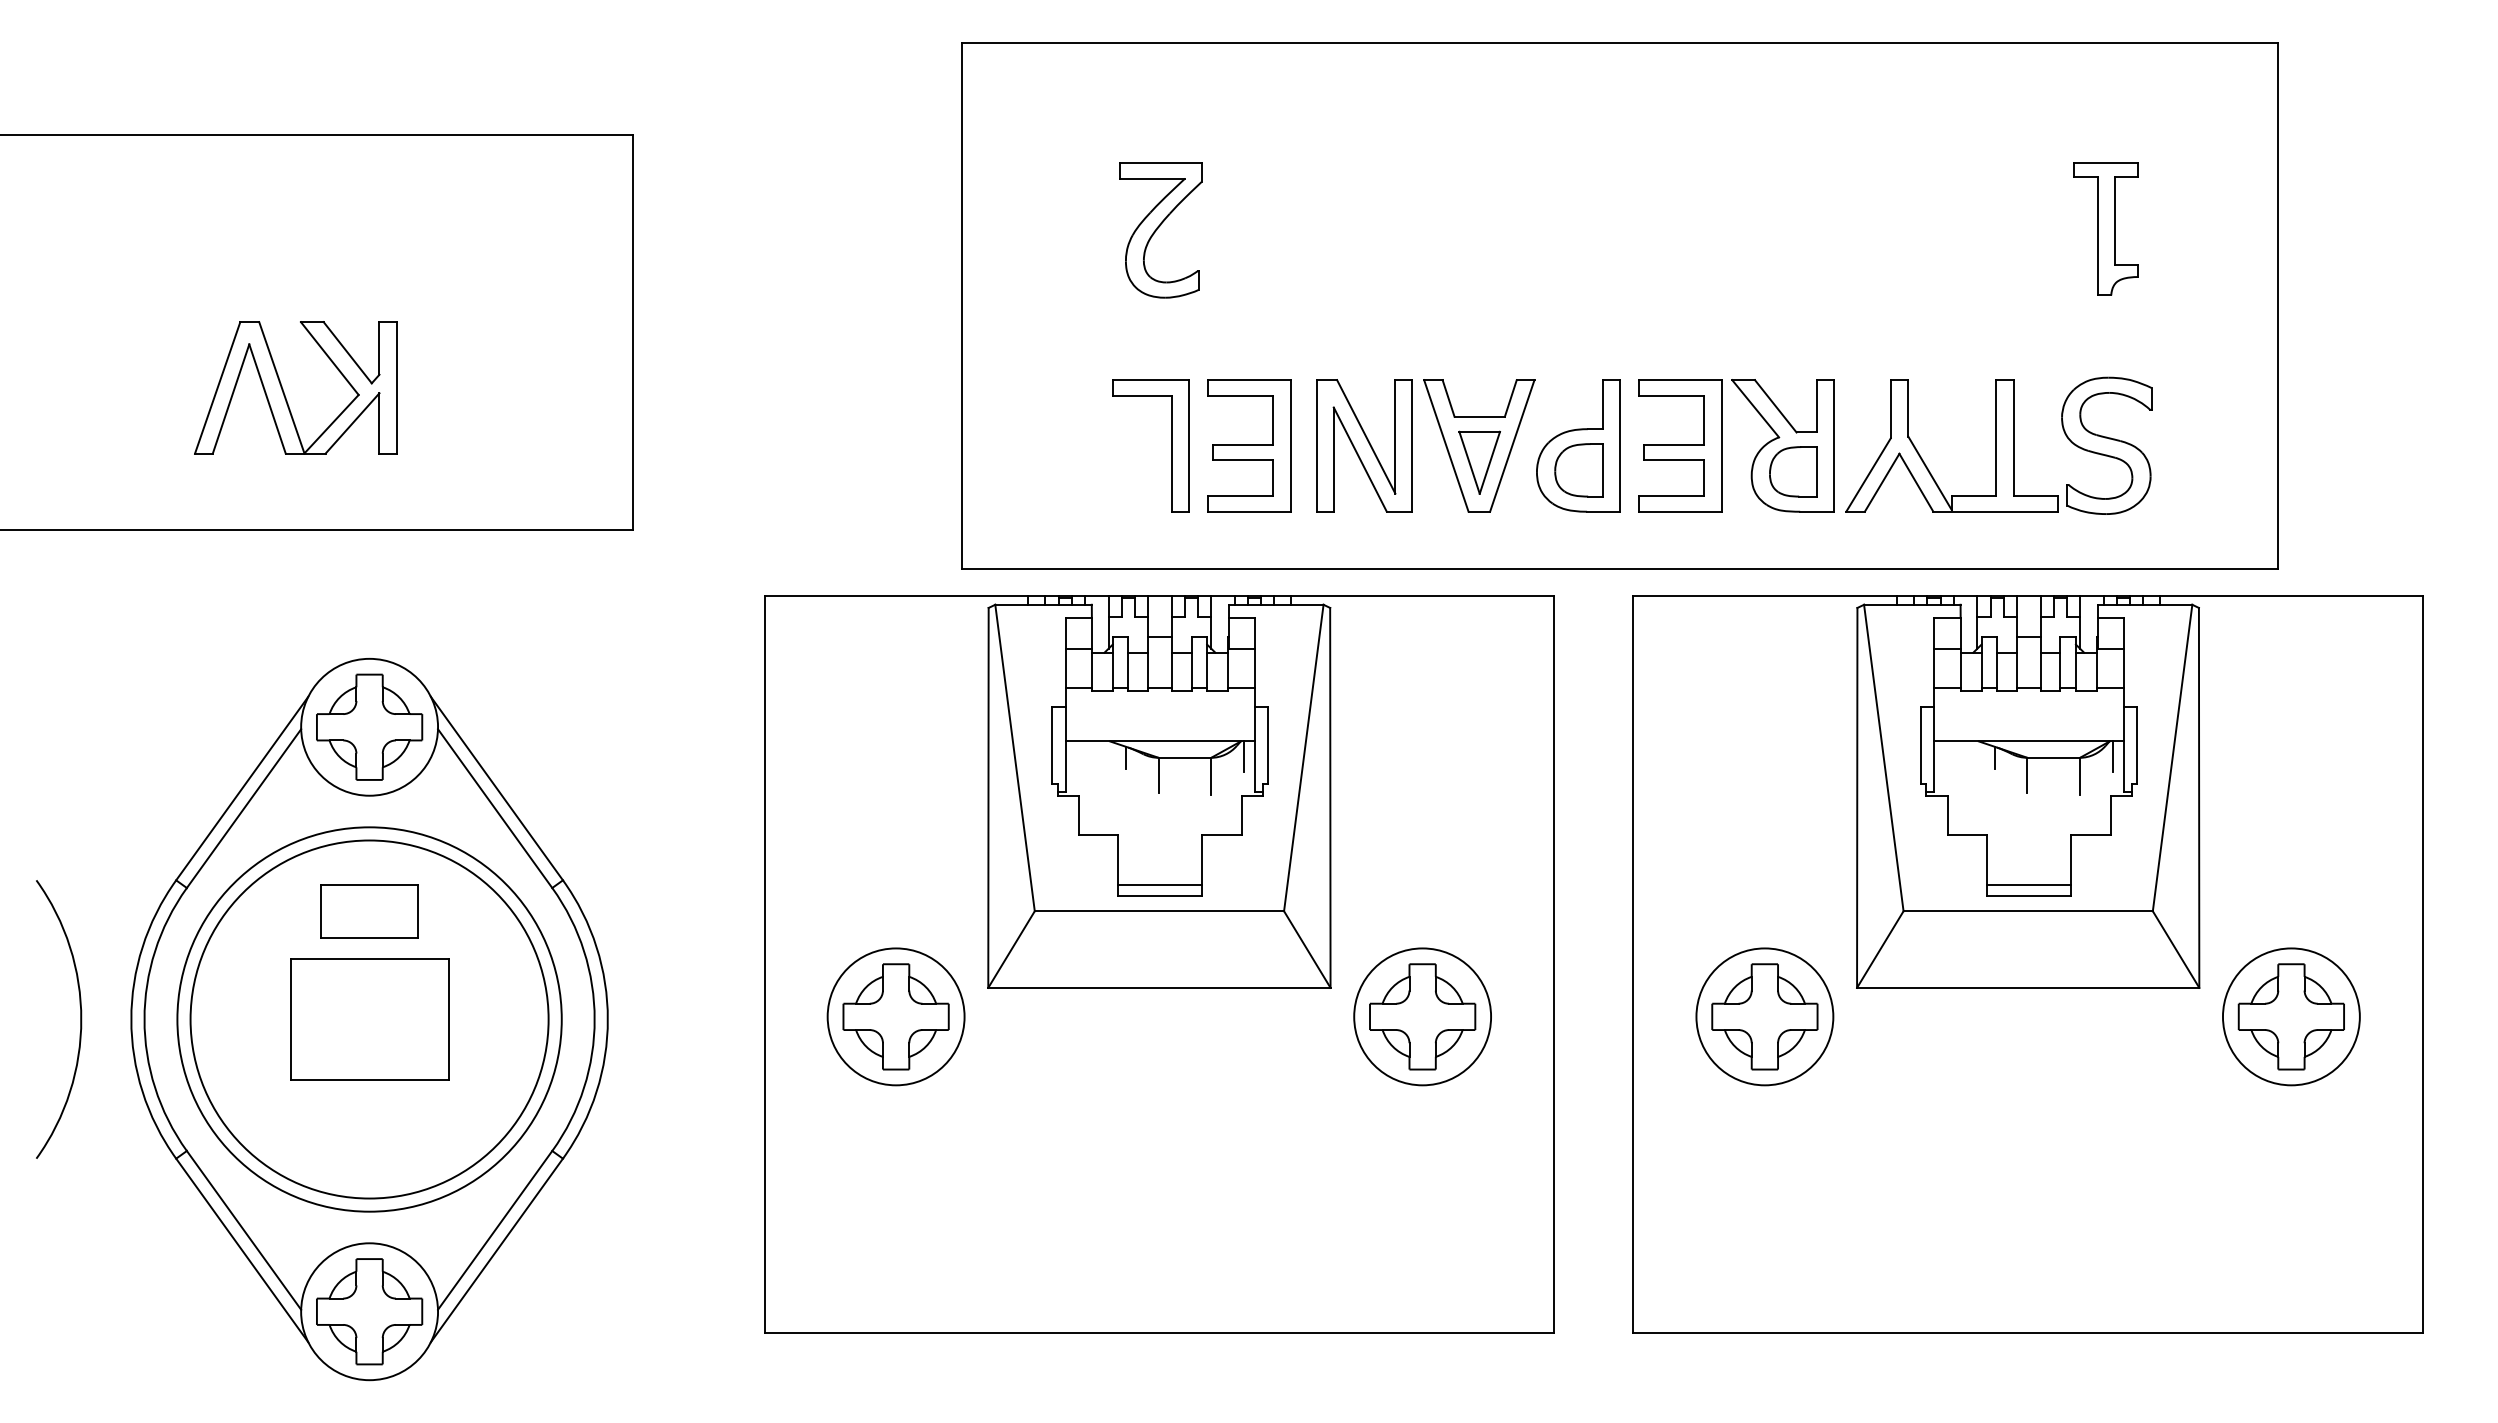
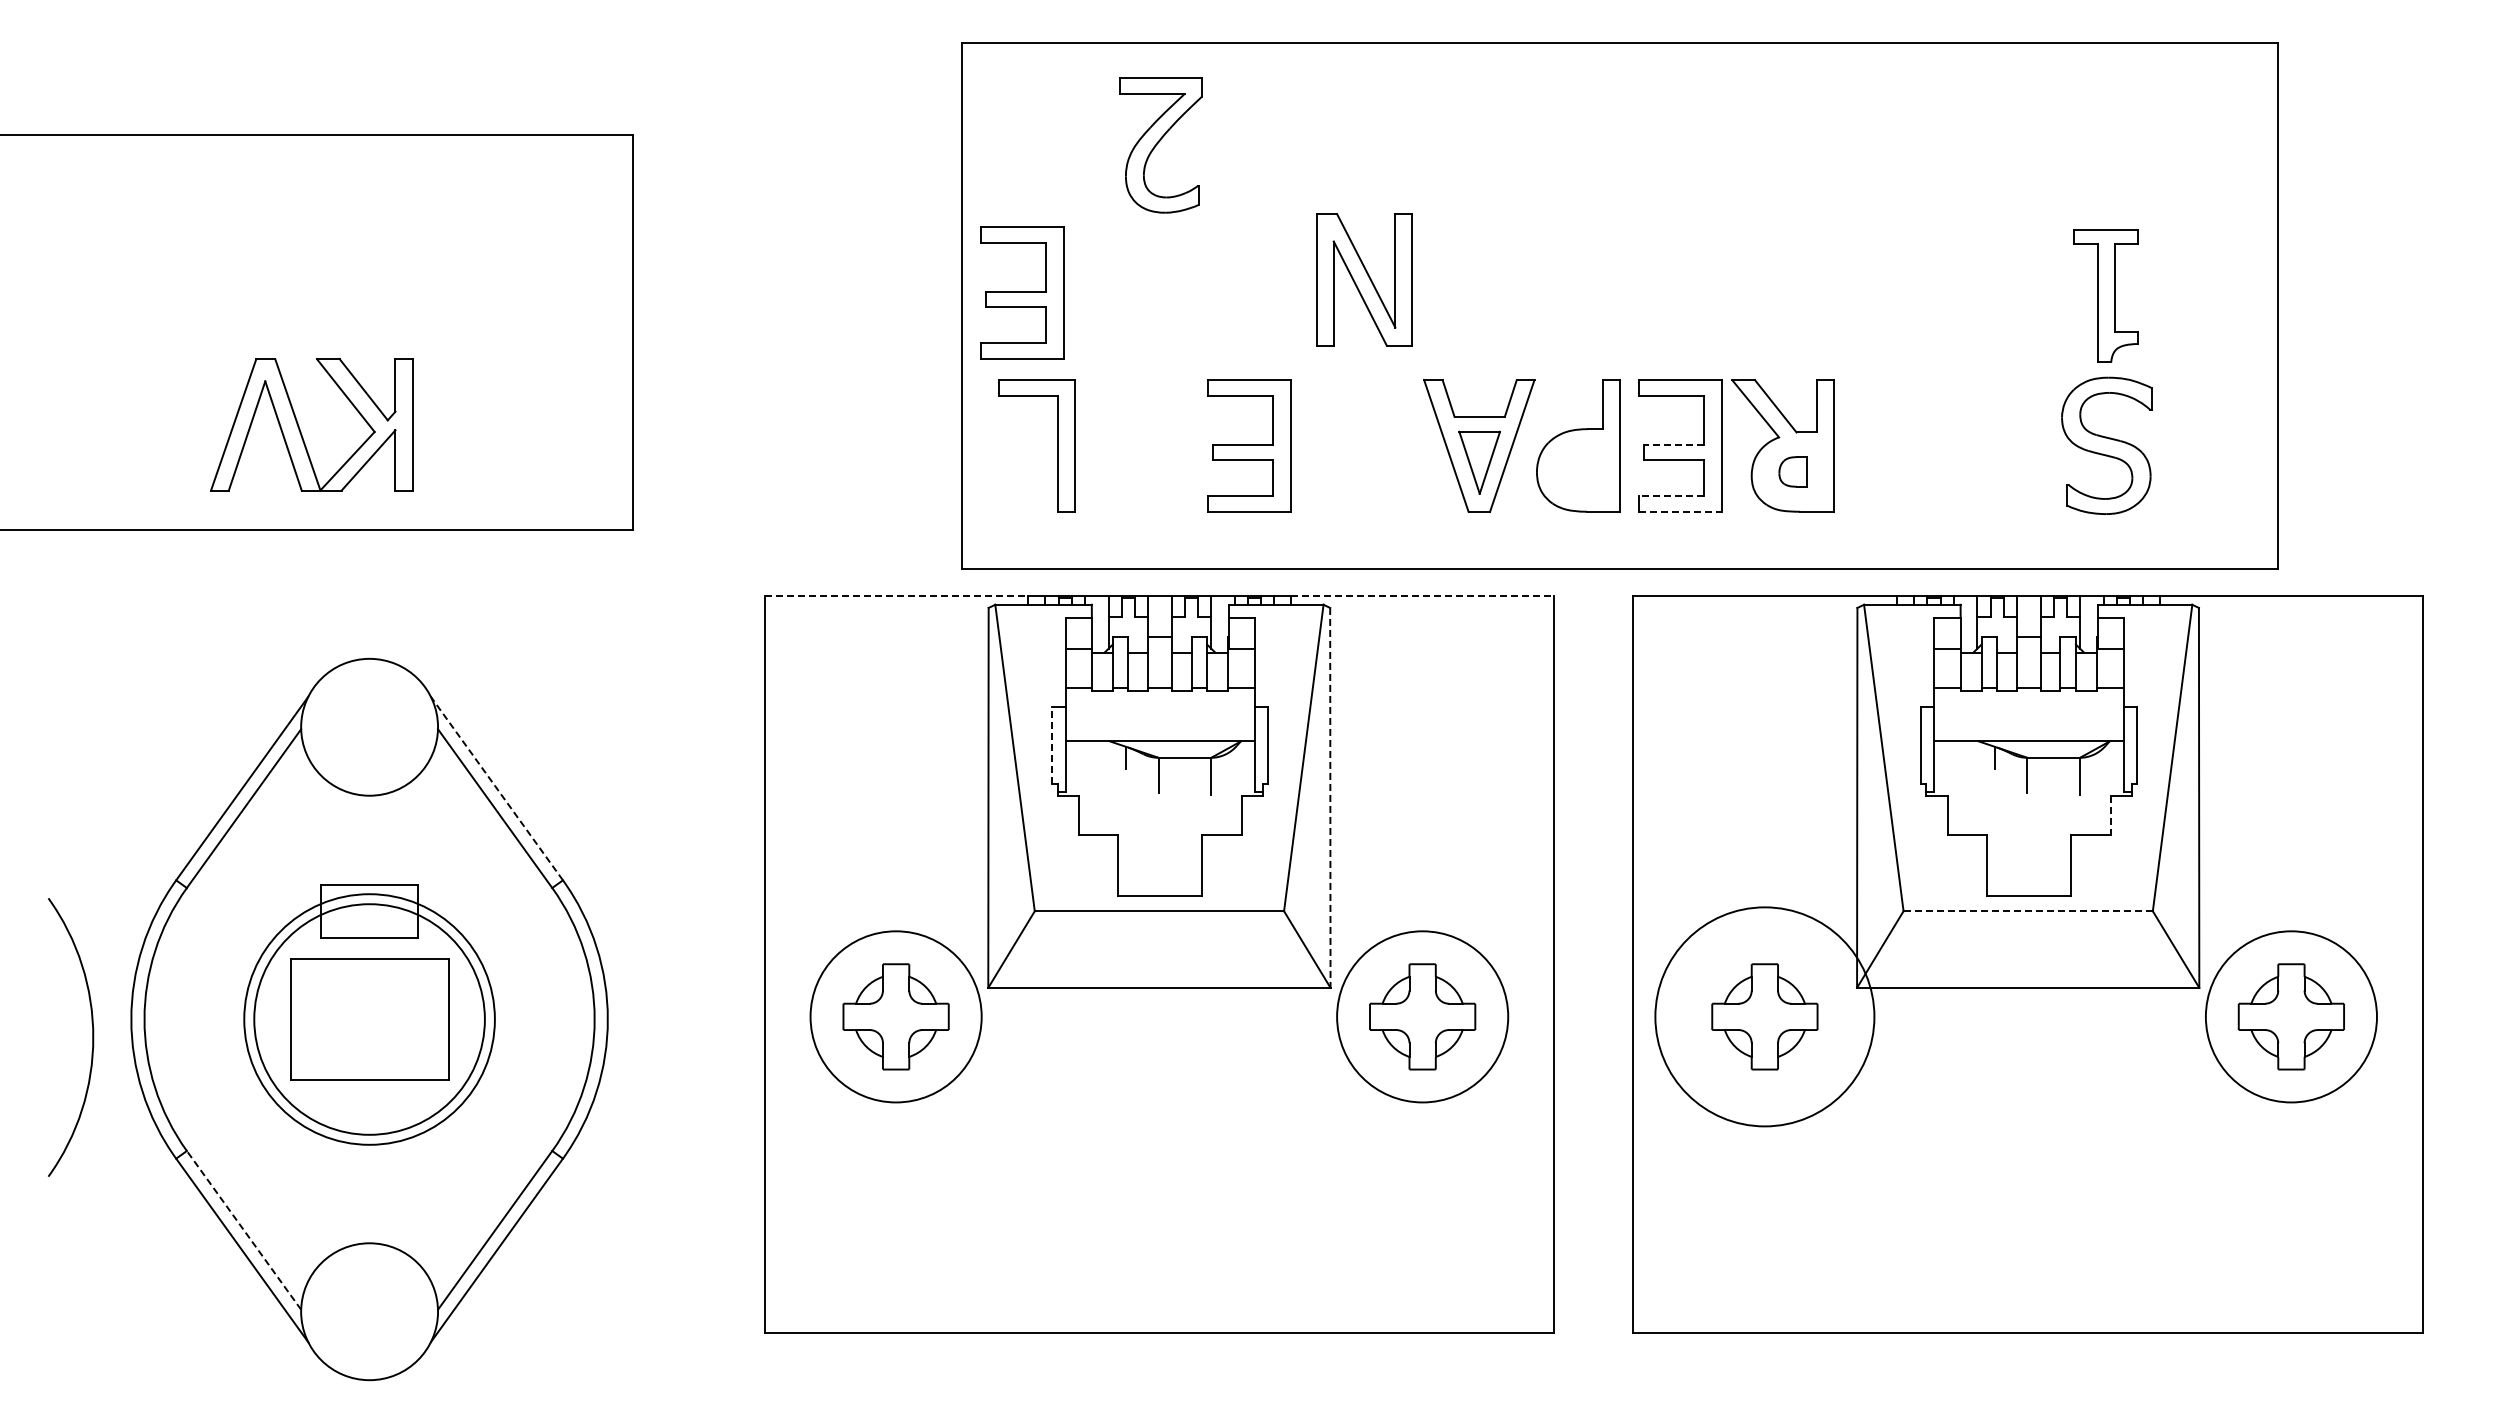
part at (2105, 228) position: (2105, 228) -> (2105, 295)
part at (1160, 230) position: (1160, 230) -> (1160, 145)
part at (1022, 292): none -> present
part at (284, 391) position: (284, 391) -> (300, 428)
line at (1673, 444): solid -> dashed
part at (1171, 445) position: (1171, 445) -> (1057, 445)
part at (1364, 445) position: (1364, 445) -> (1364, 279)
part at (1924, 461): present -> none
part at (1578, 470): present -> none
part at (1793, 471) size: 49x52 px -> 30x32 px
line at (1671, 496): solid -> dashed
line at (1681, 511): solid -> dashed
line at (896, 595): solid -> dashed
line at (1422, 595): solid -> dashed
part at (369, 726): present -> none
line at (1052, 744): solid -> dashed
line at (1244, 756): present -> none
line at (2112, 756): present -> none
line at (496, 788): solid -> dashed
line at (1330, 797): solid -> dashed
line at (2110, 815): solid -> dashed
line at (1160, 885): present -> none
line at (2028, 885): present -> none
line at (2028, 911): solid -> dashed
circle at (895, 1016) diameter: 137 px -> 171 px
circle at (1422, 1016) diameter: 137 px -> 171 px
circle at (1764, 1016) diameter: 137 px -> 219 px
circle at (2290, 1016) diameter: 137 px -> 171 px
arc at (80, 1019) position: (80, 1019) -> (92, 1037)
circle at (369, 1019) diameter: 358 px -> 251 px
circle at (369, 1019) diameter: 384 px -> 231 px
line at (244, 1230): solid -> dashed
part at (369, 1311): present -> none
